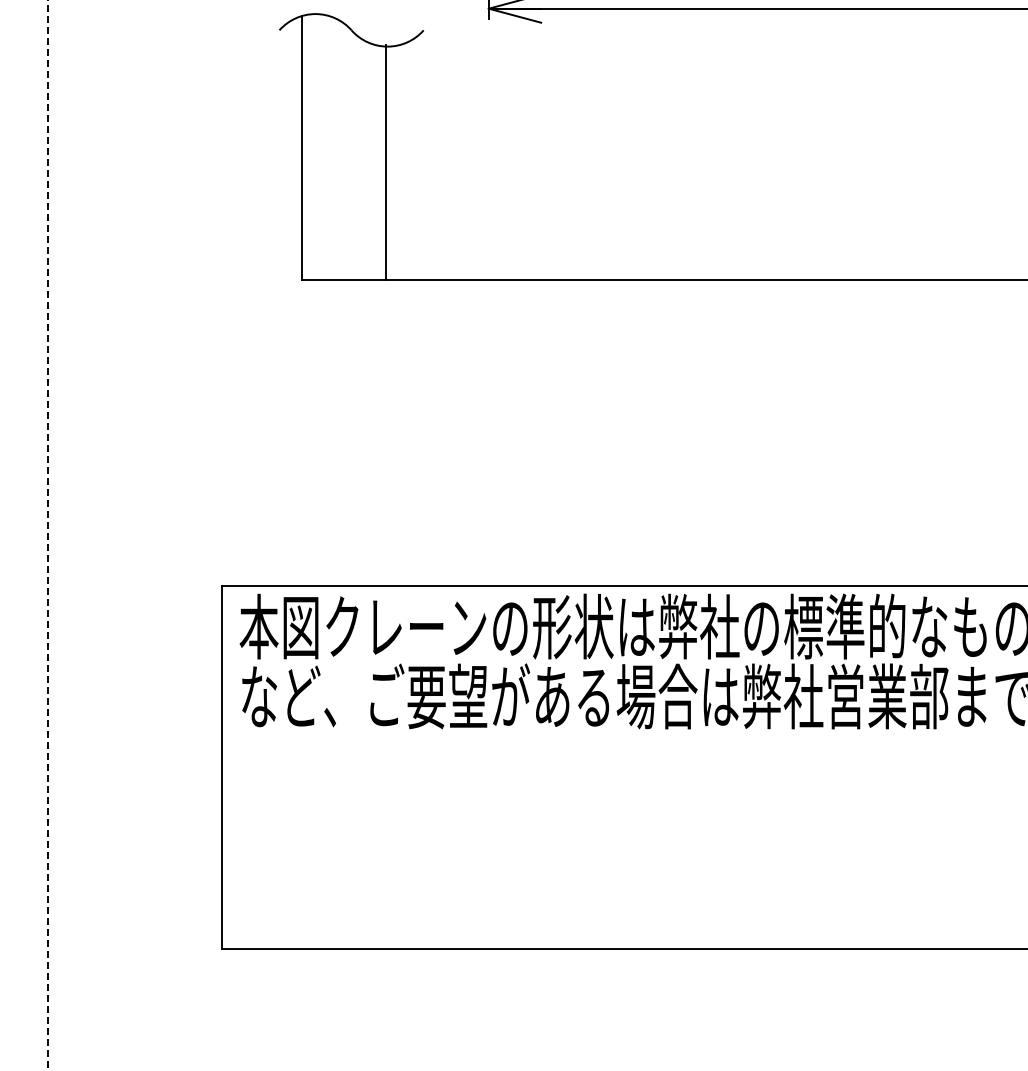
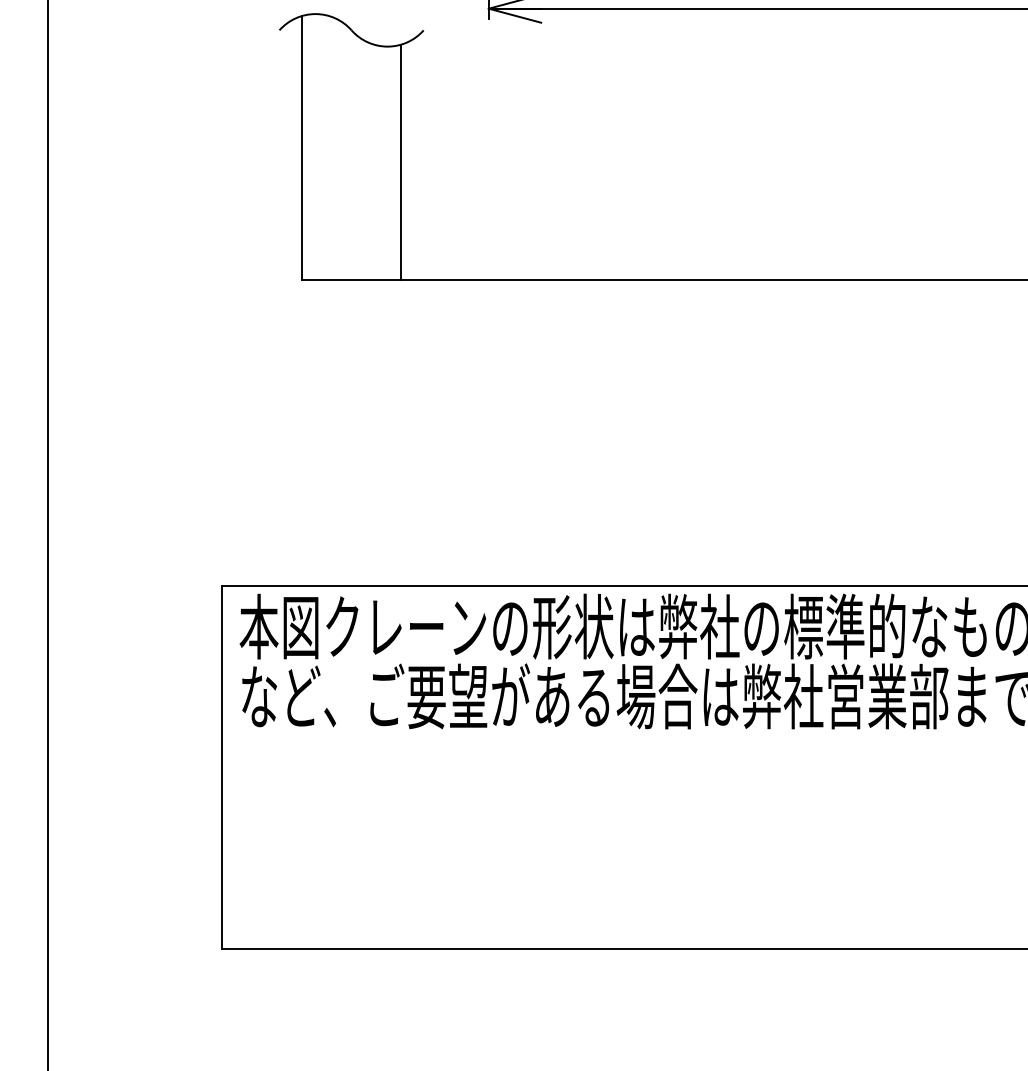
line at (386, 161) position: (386, 161) -> (401, 161)
line at (47, 535): dashed -> solid
